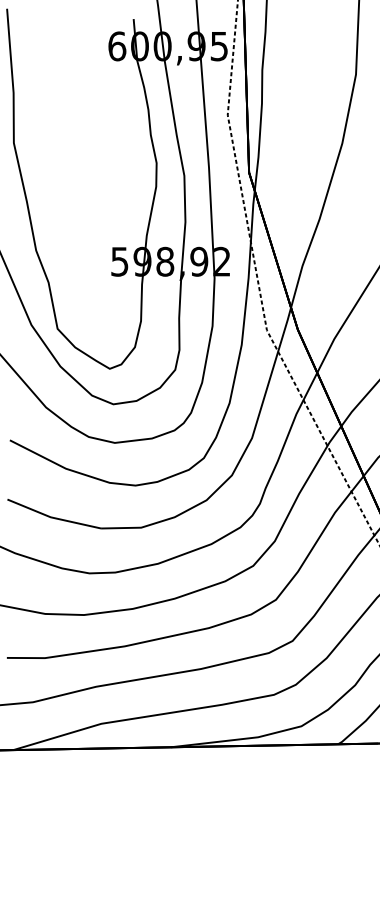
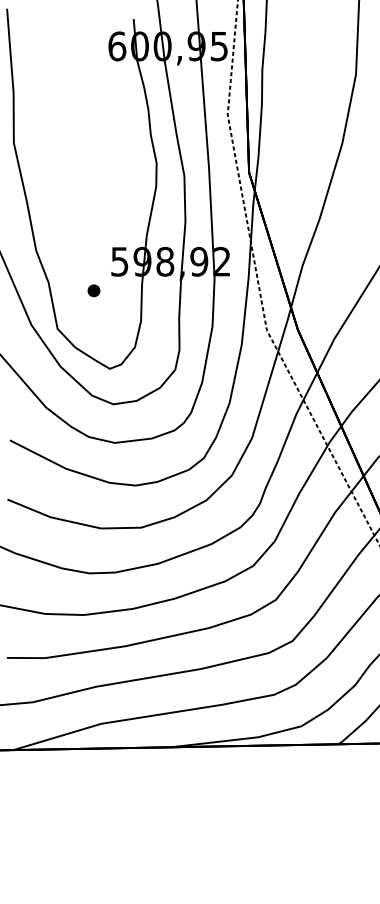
part at (93, 290): none -> present
